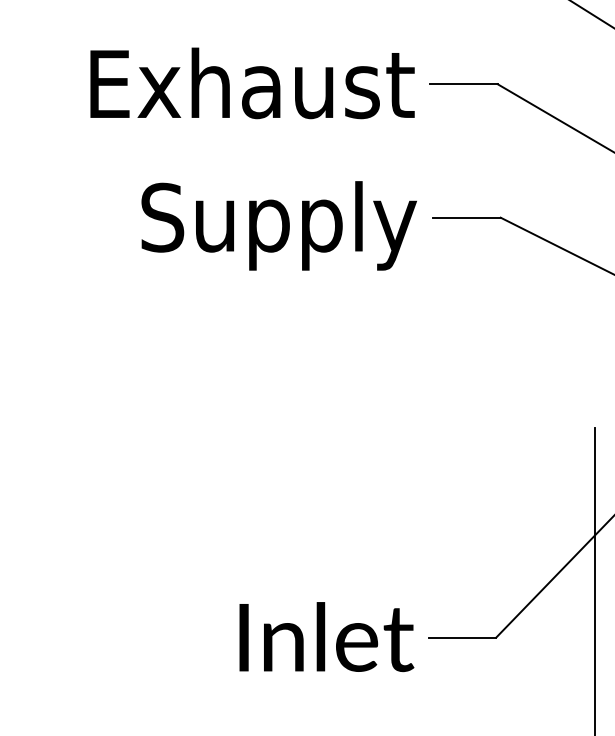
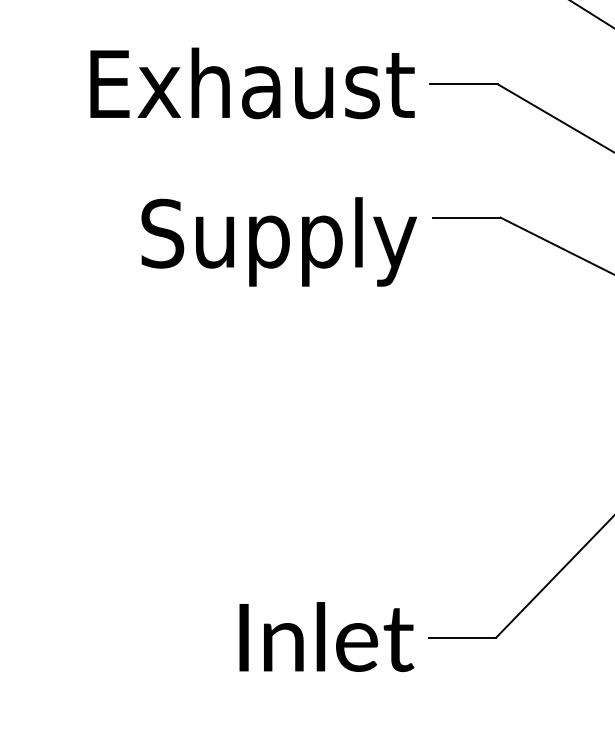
text at (278, 225) position: (278, 225) -> (278, 241)
line at (595, 579): present -> none
